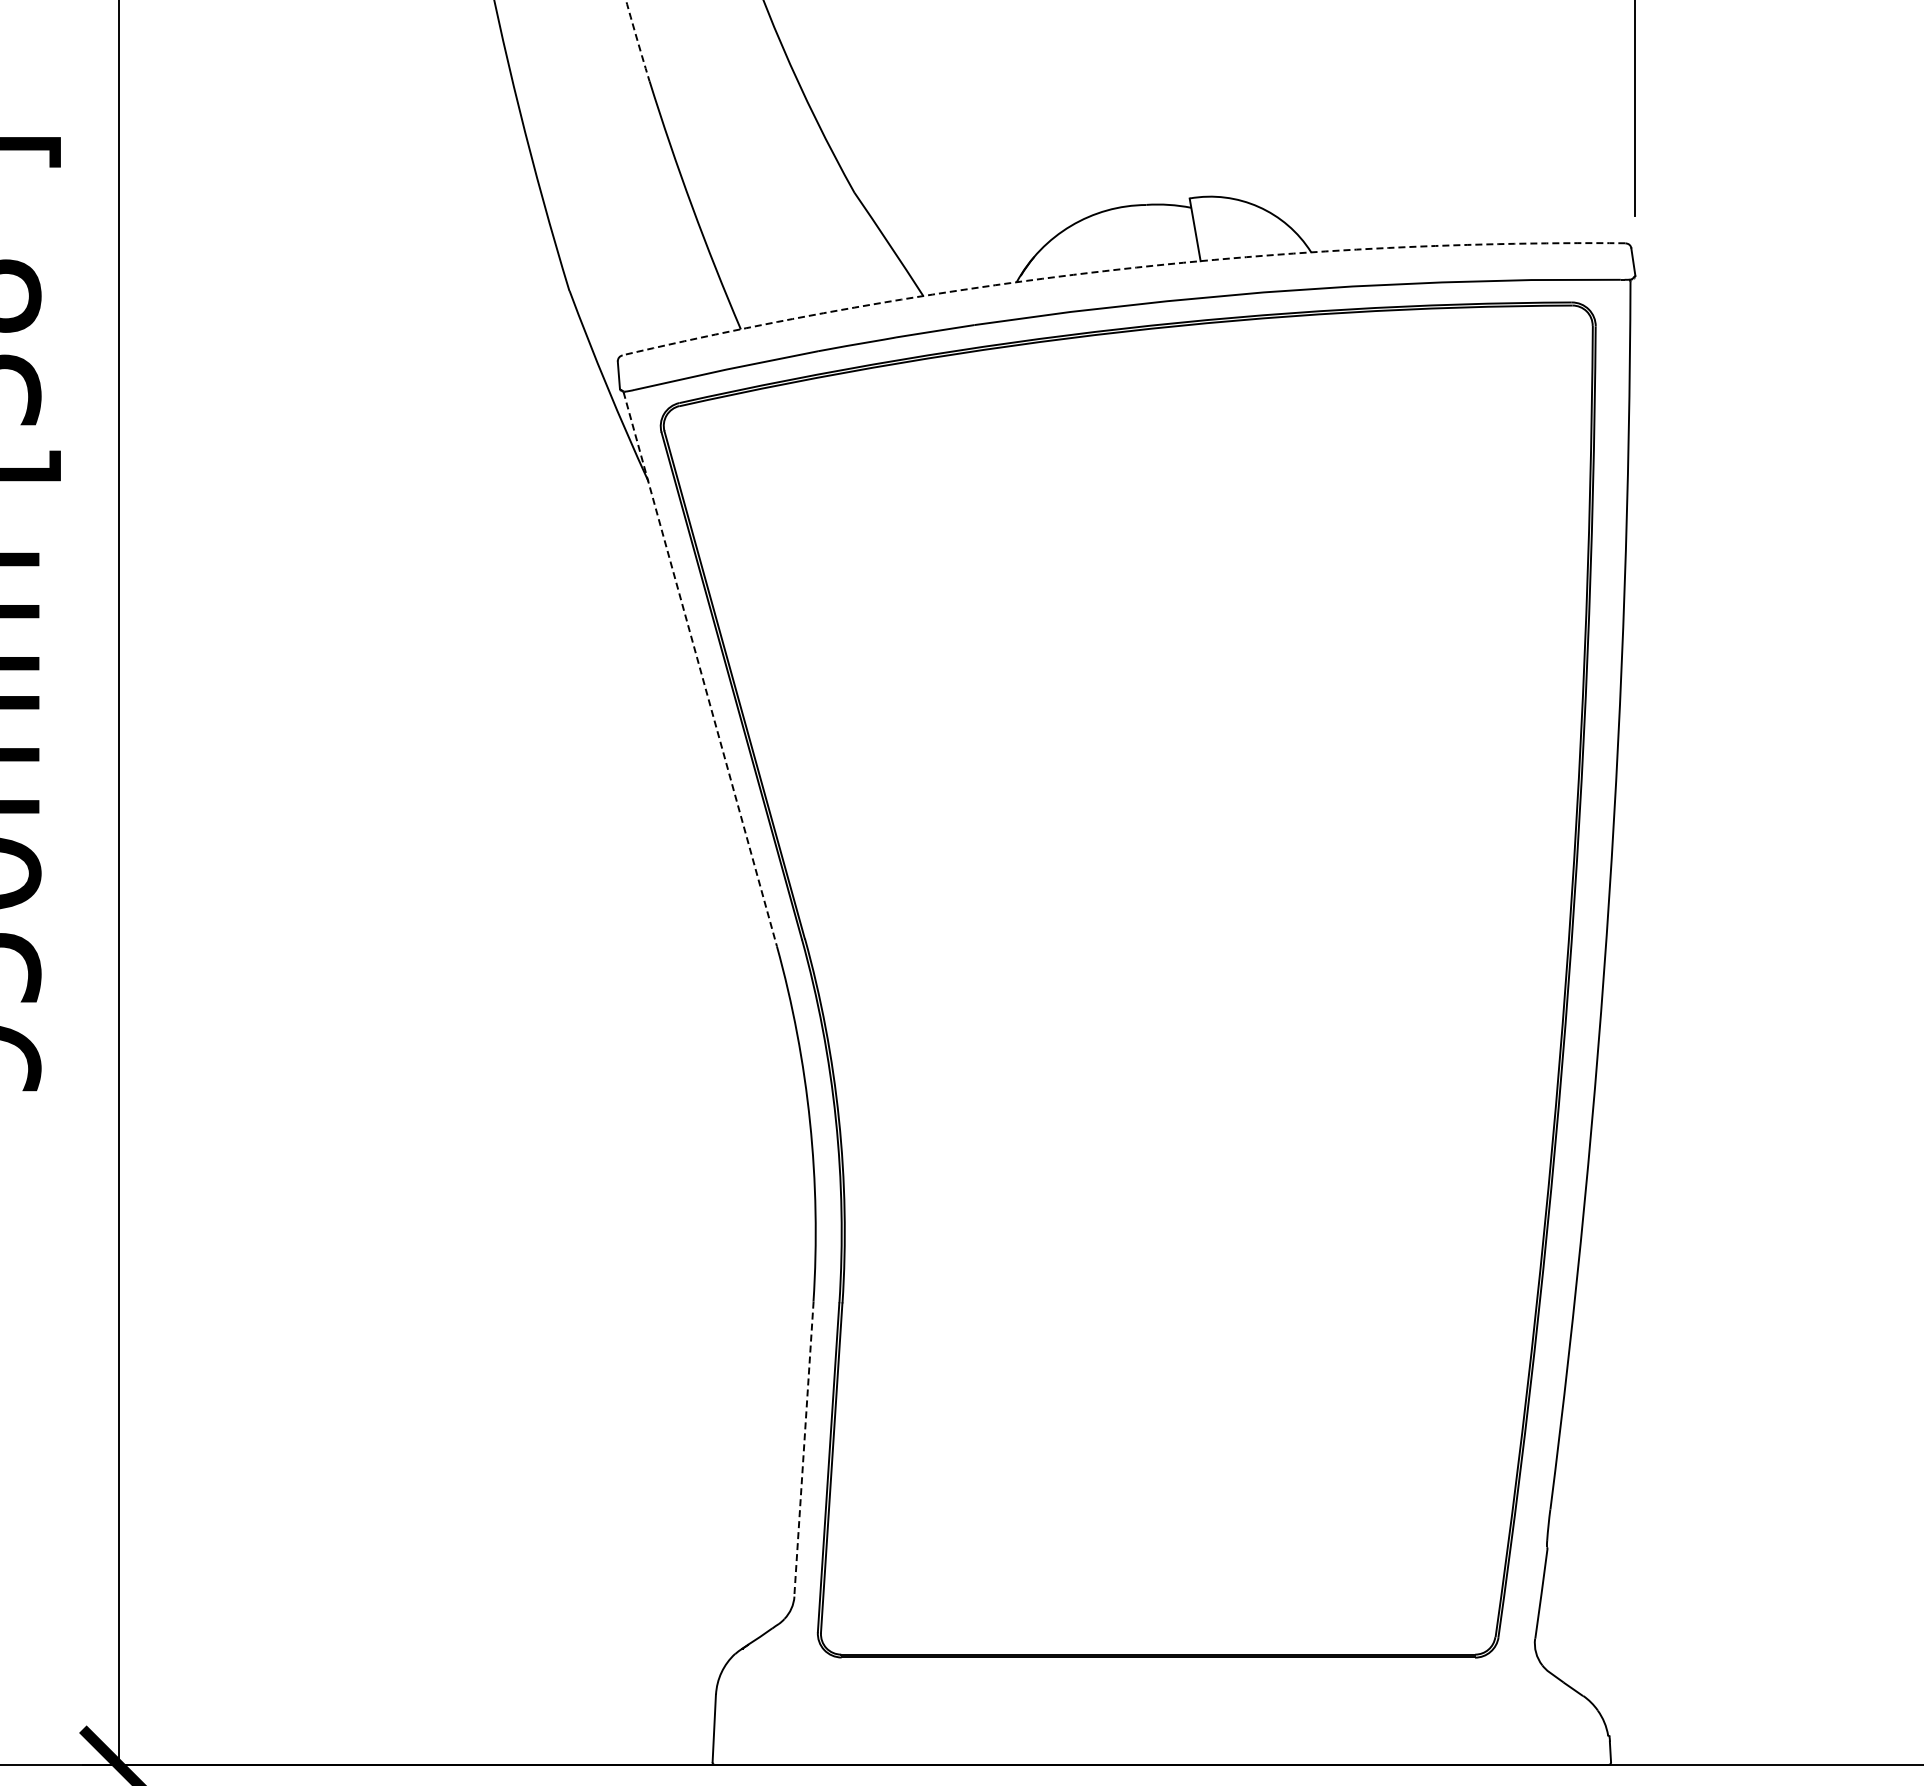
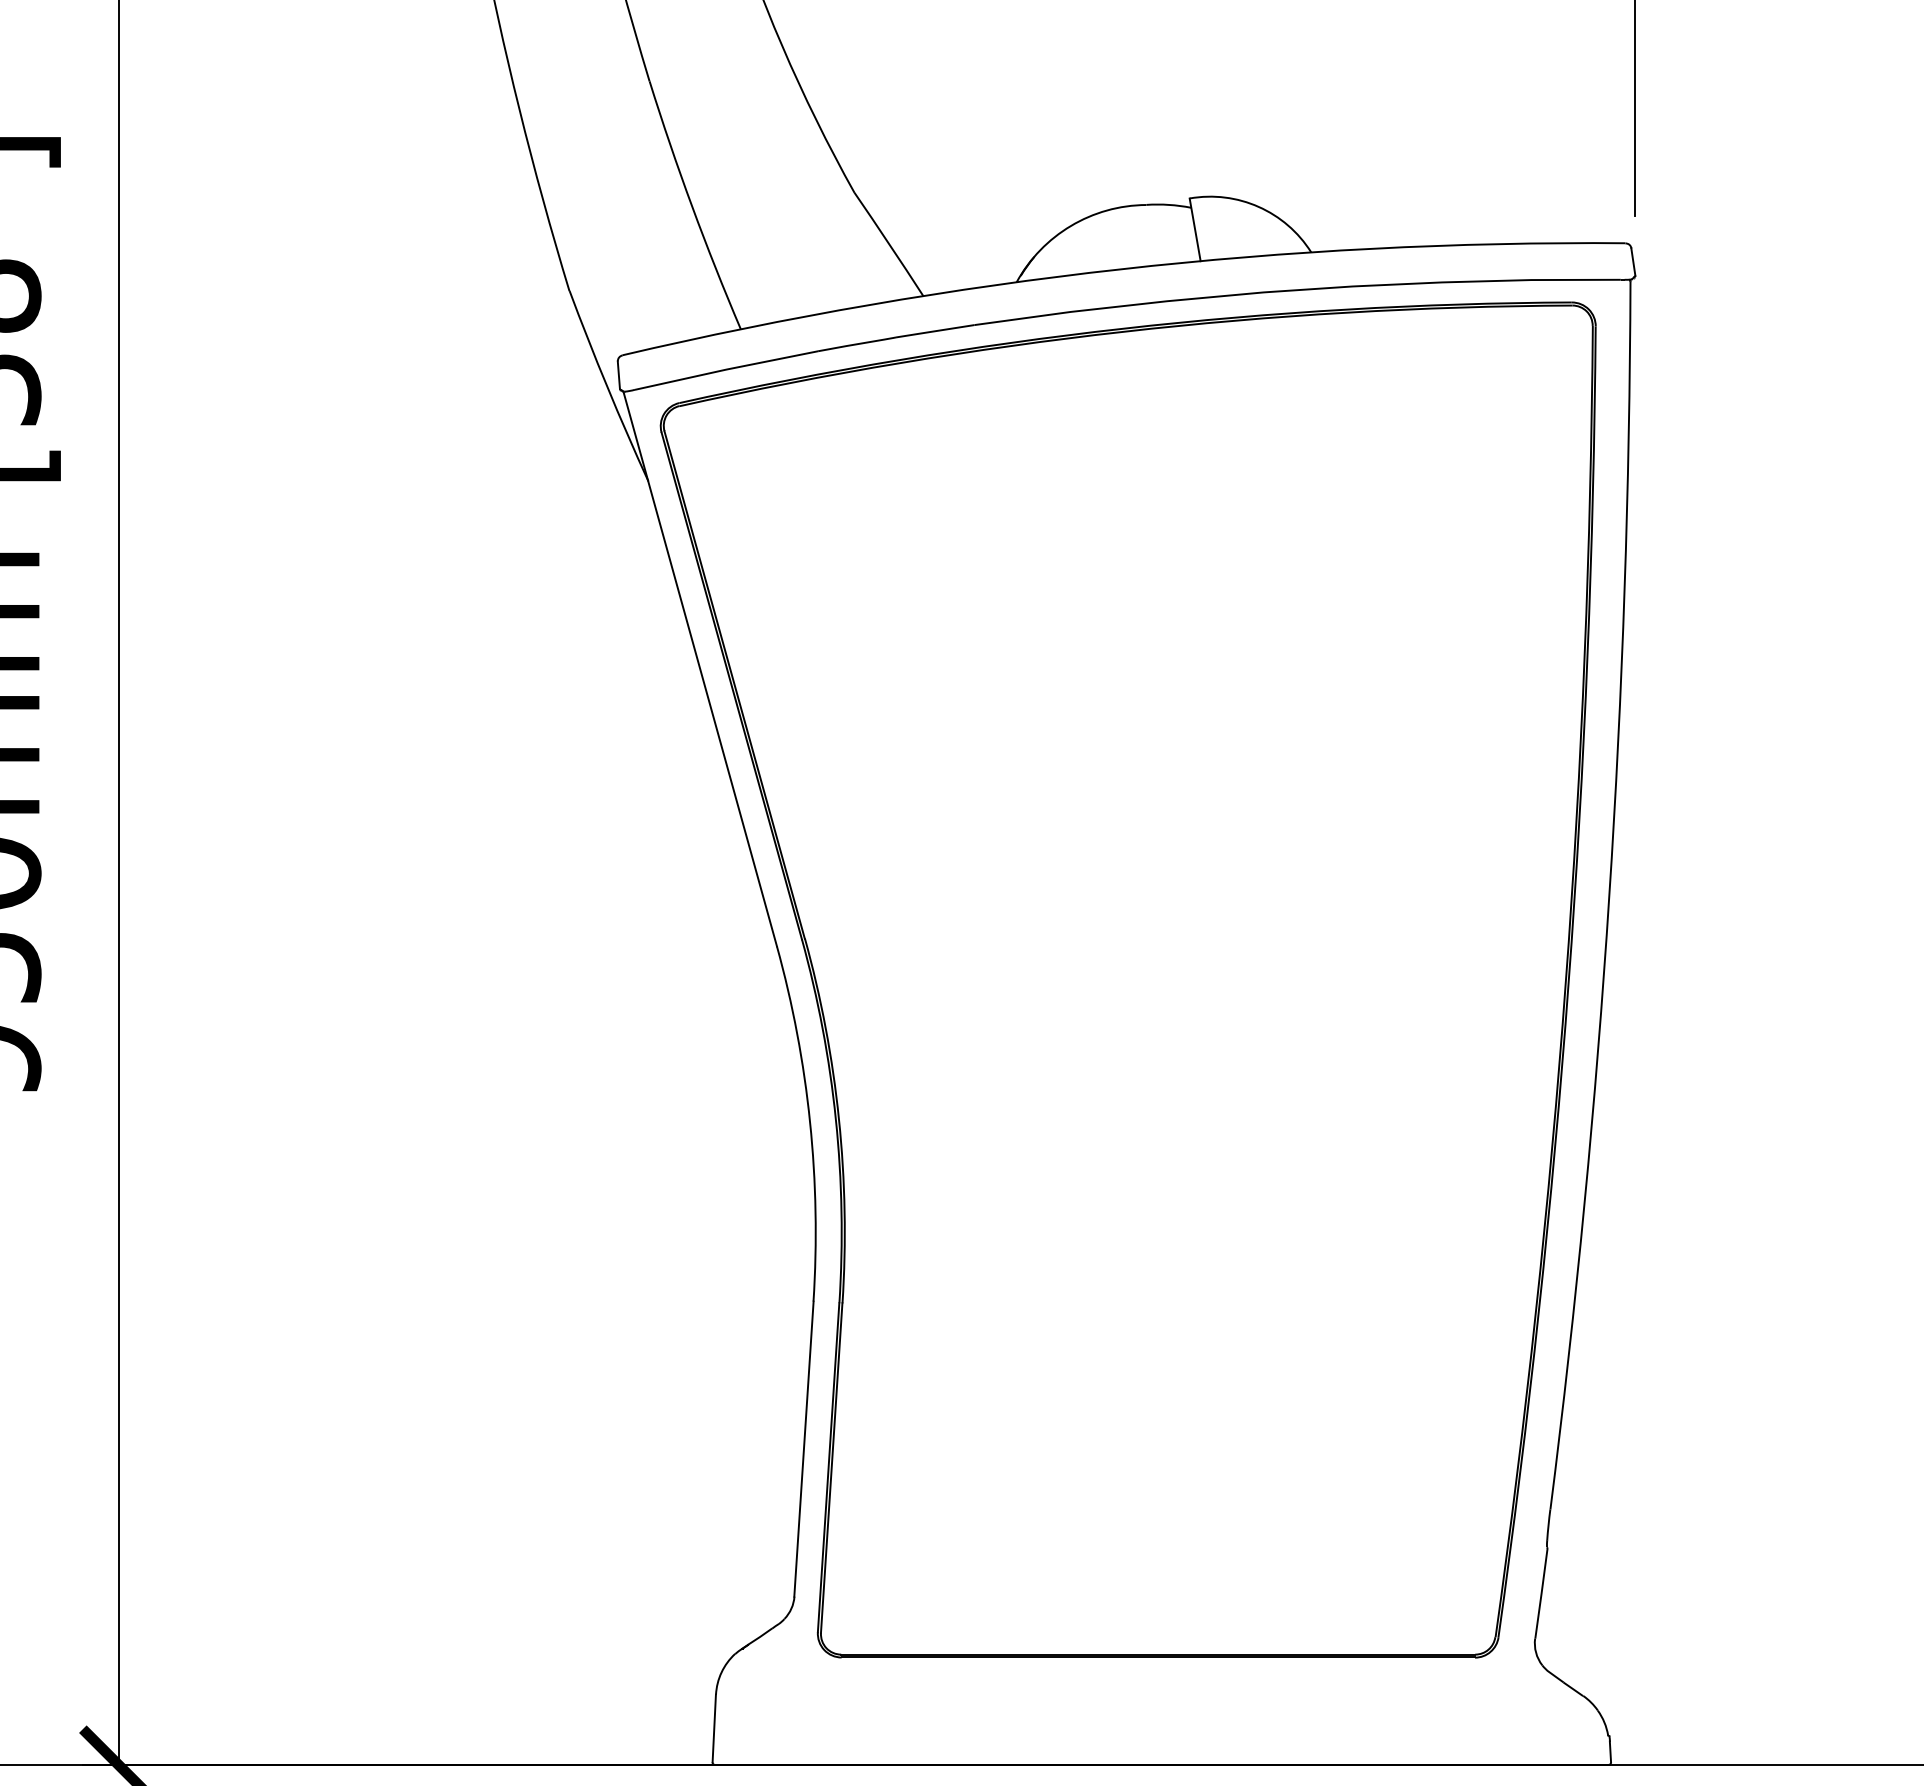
arc at (637, 40): dashed -> solid
arc at (1120, 269): dashed -> solid
line at (700, 669): dashed -> solid
line at (803, 1449): dashed -> solid
